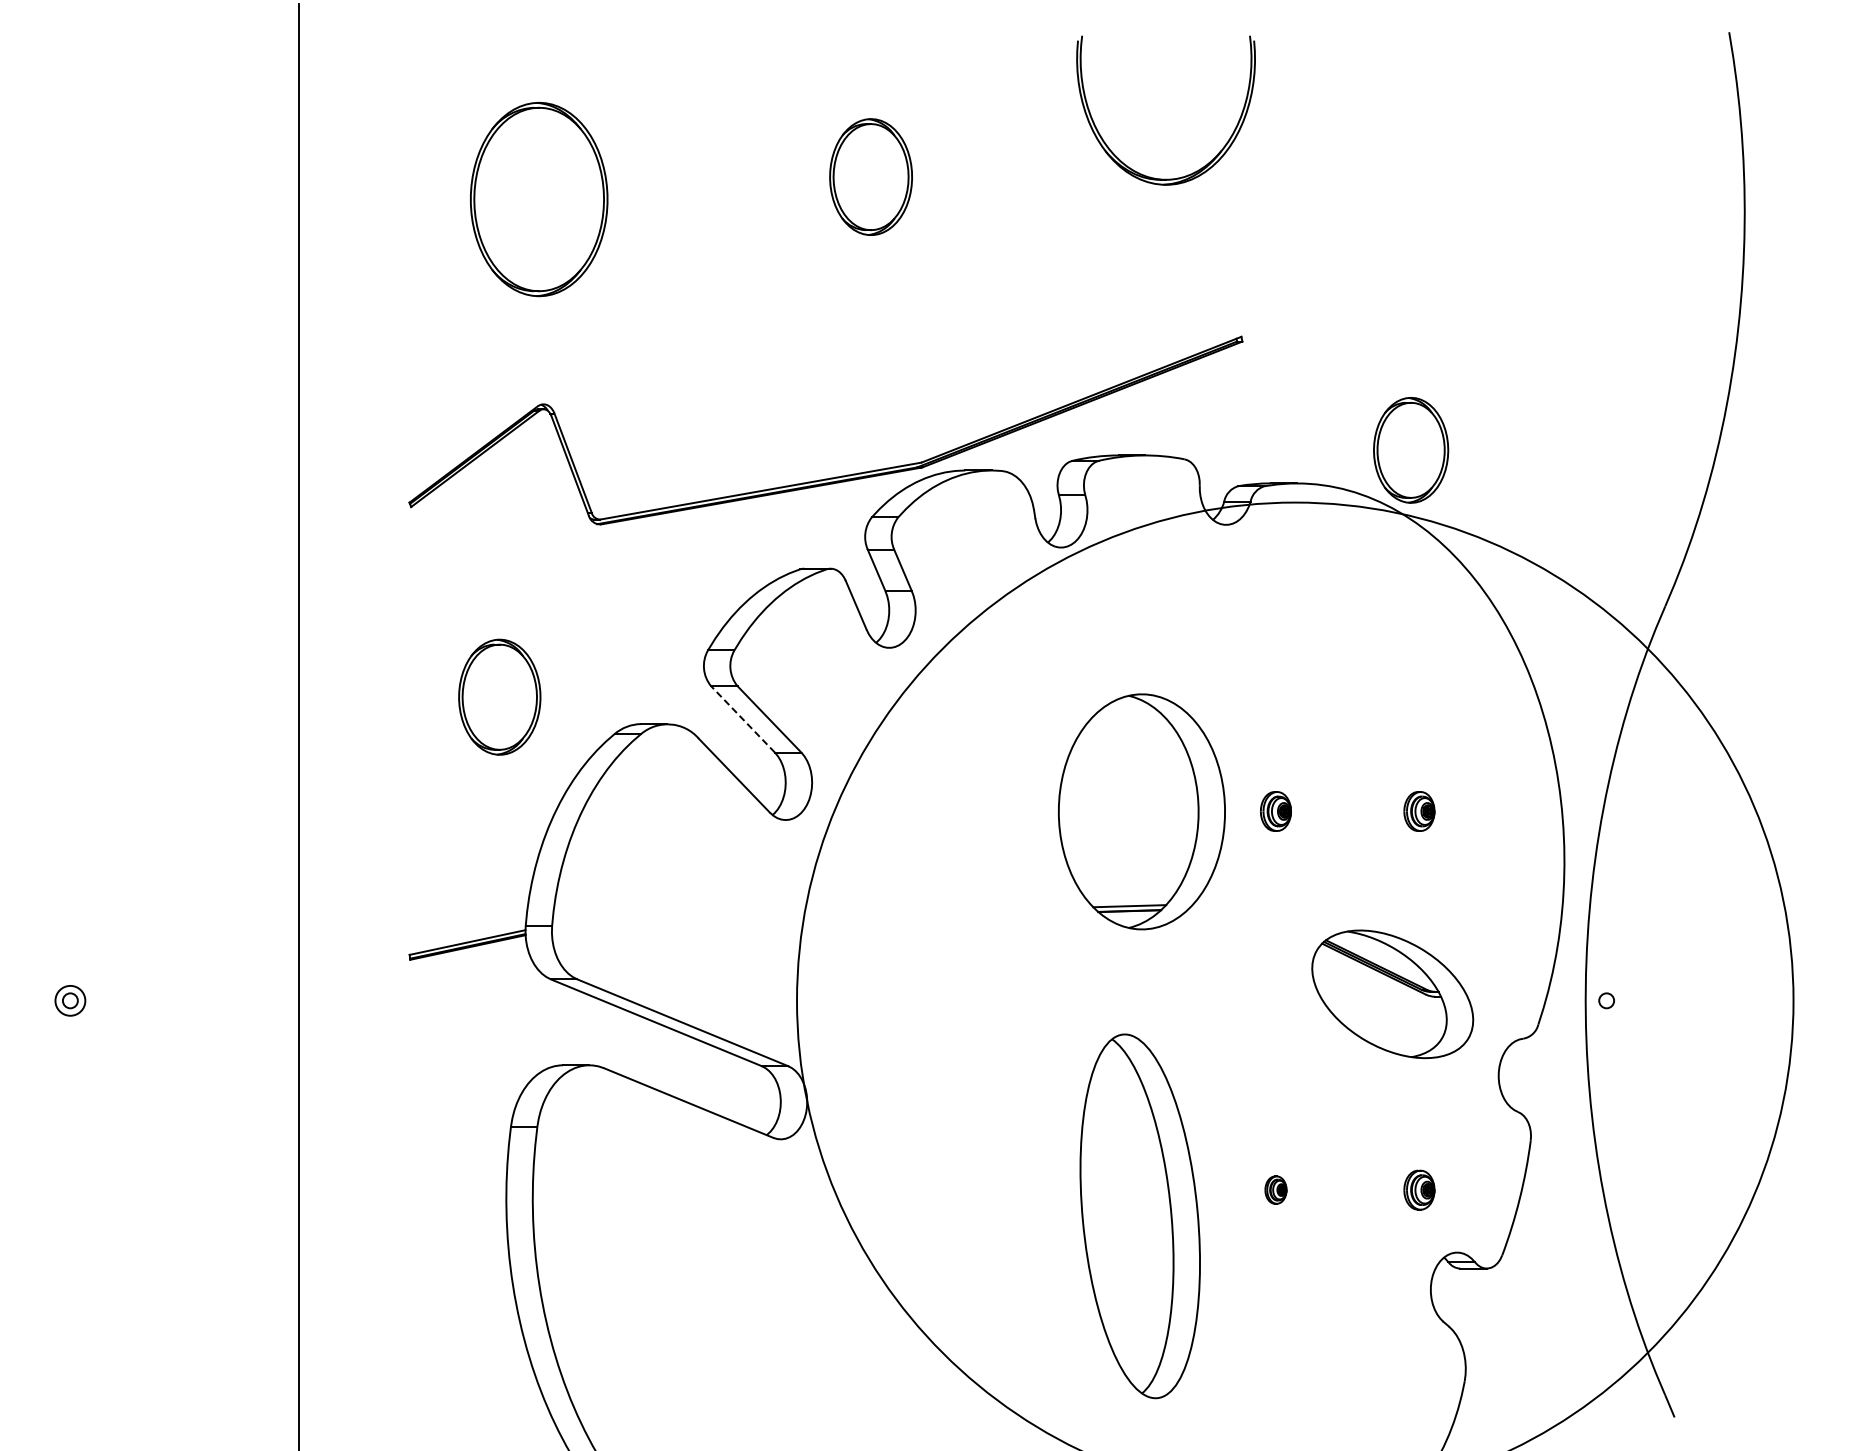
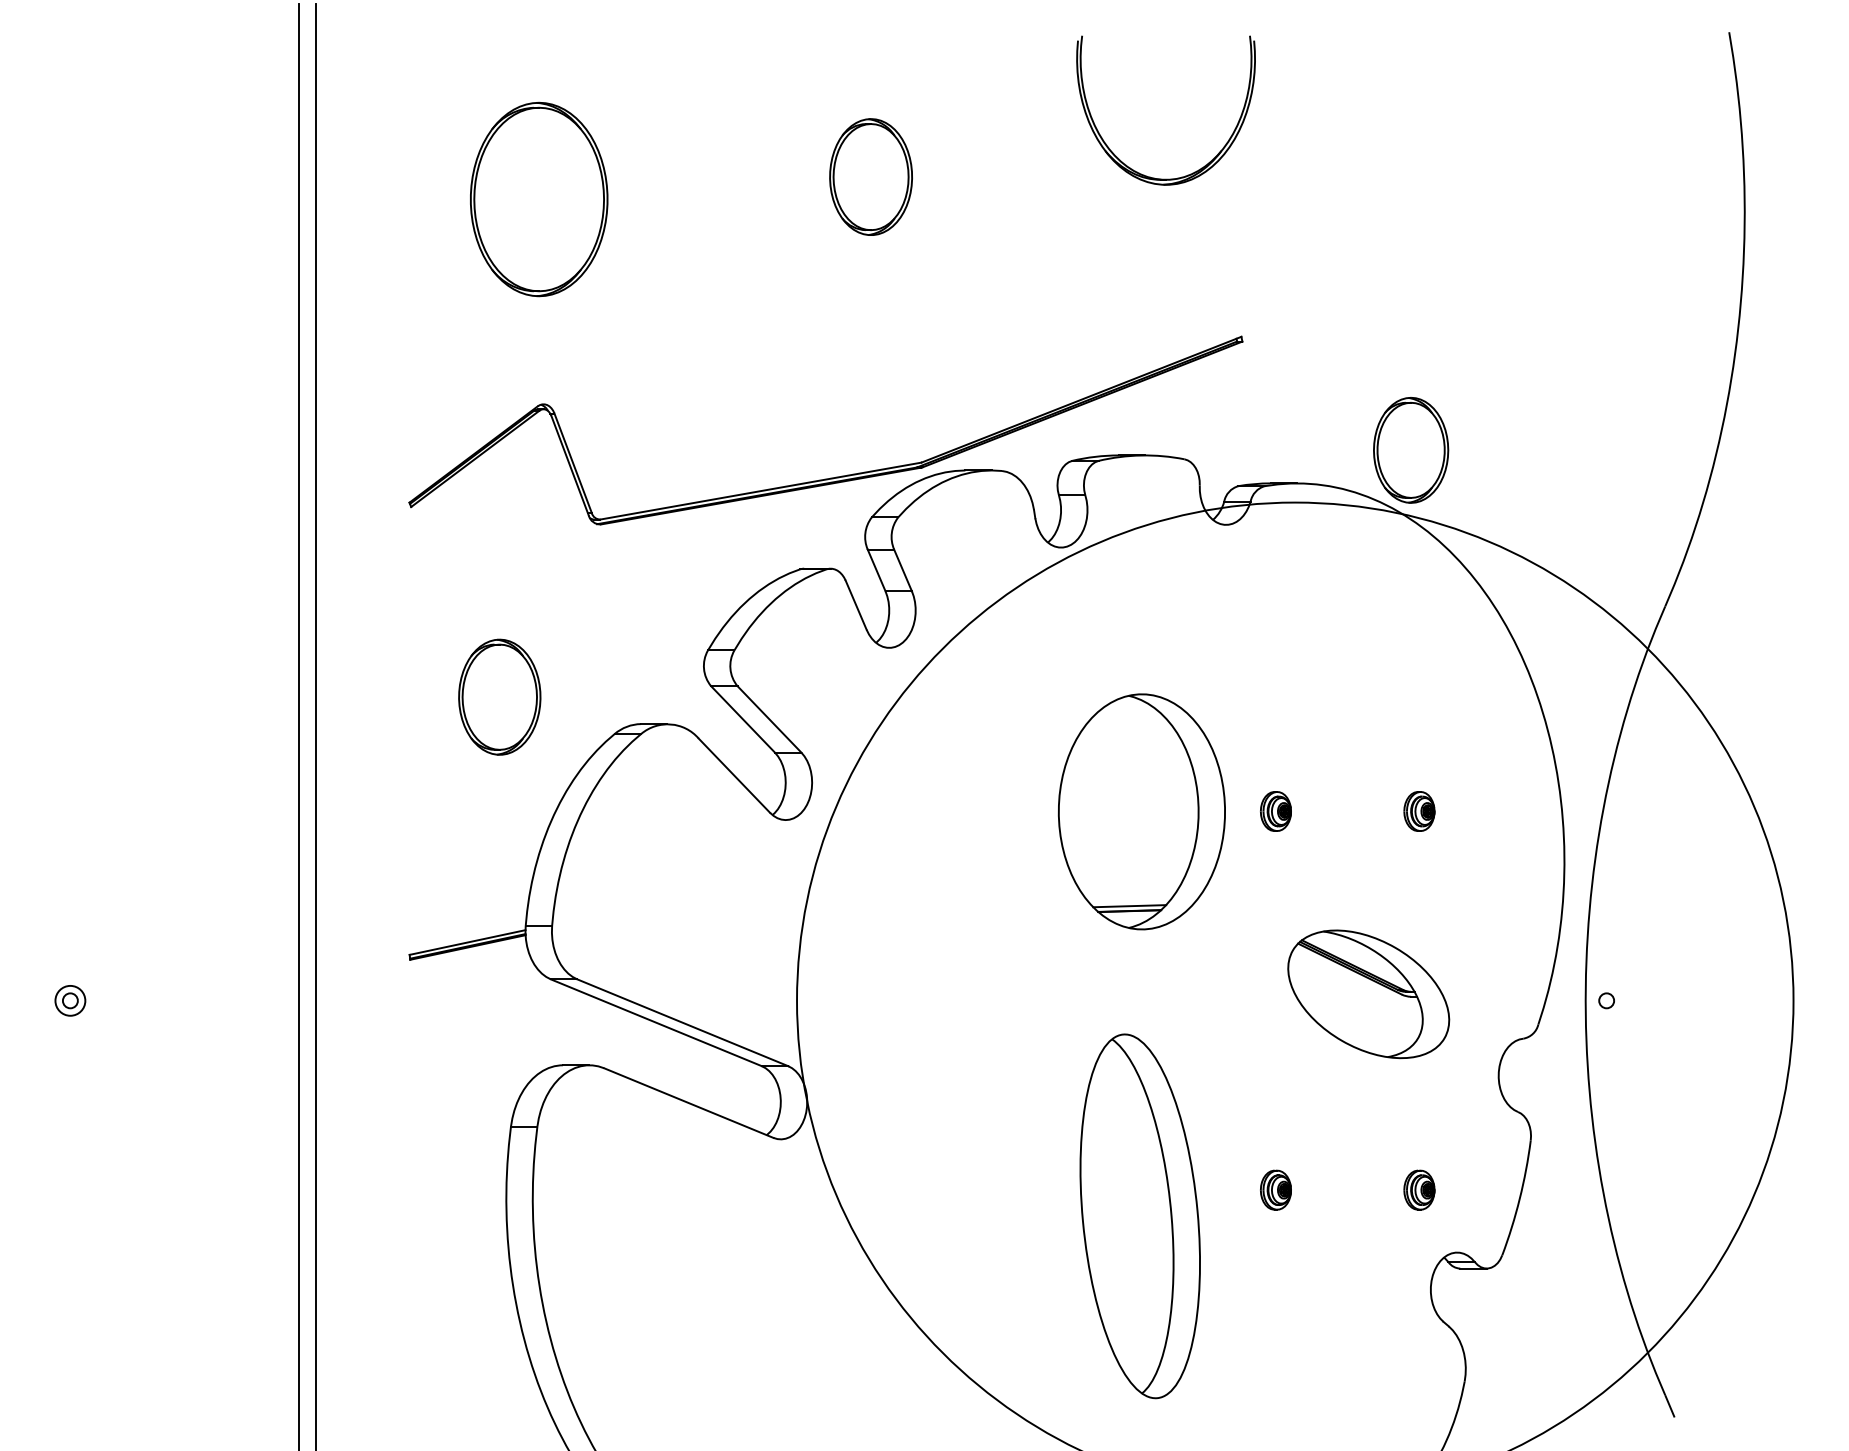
line at (742, 719): dashed -> solid
line at (316, 725): none -> present
part at (1392, 994) position: (1392, 994) -> (1368, 994)
part at (1275, 1189) size: 24x30 px -> 32x42 px
